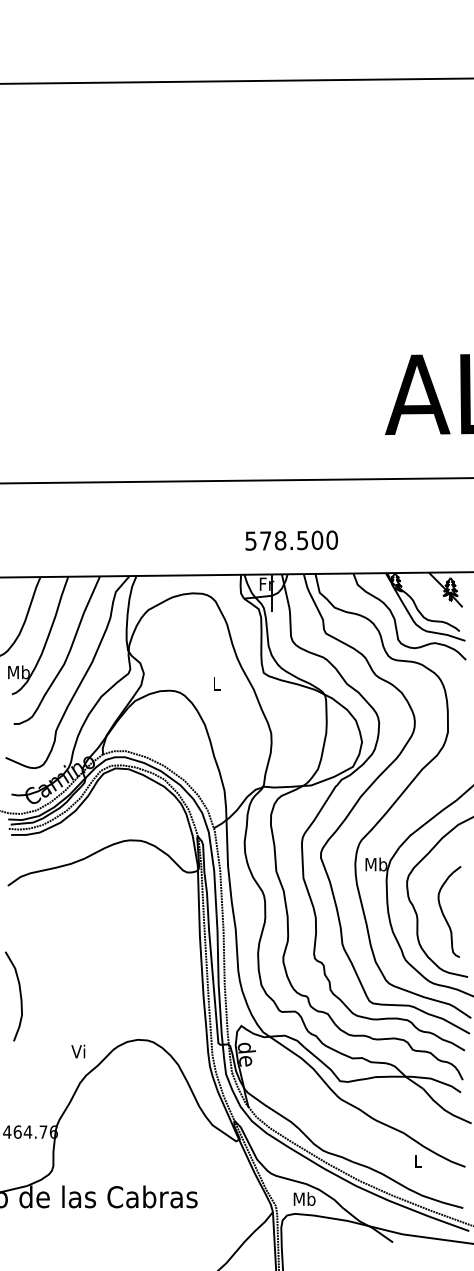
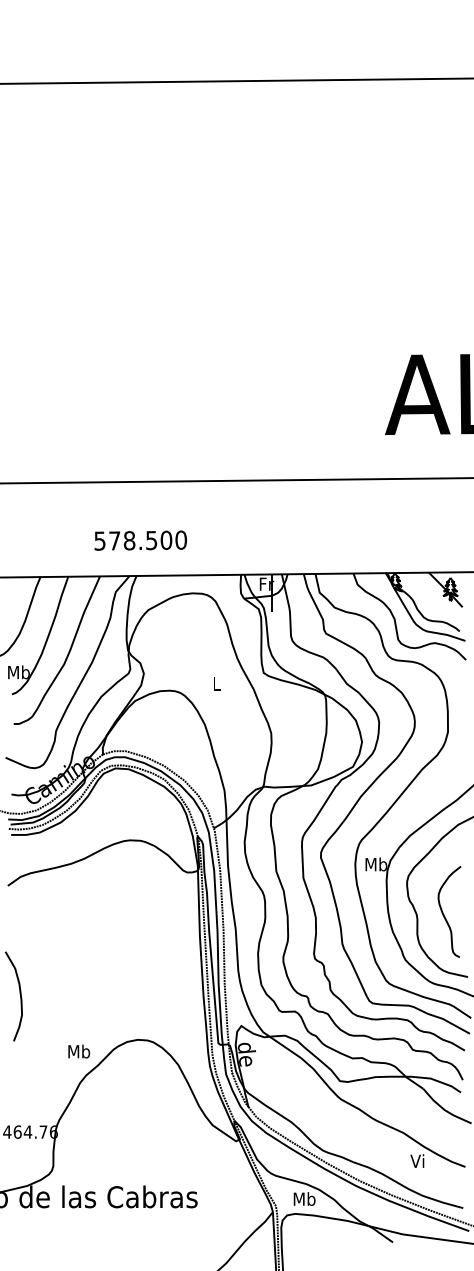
text at (291, 540) position: (291, 540) -> (140, 540)
text at (79, 1051): Vi -> Mb
text at (417, 1160): L -> Vi
